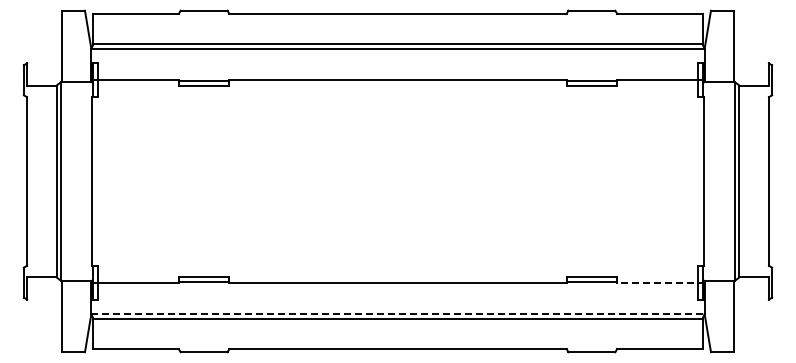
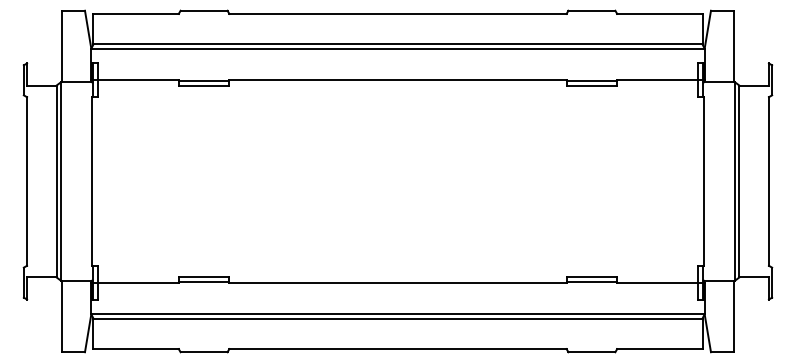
line at (660, 282): dashed -> solid
line at (398, 314): dashed -> solid
